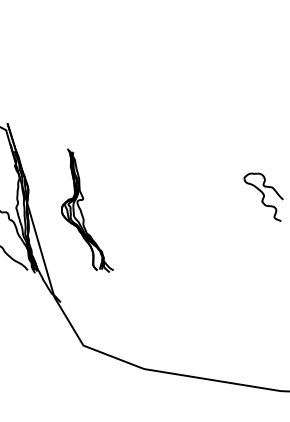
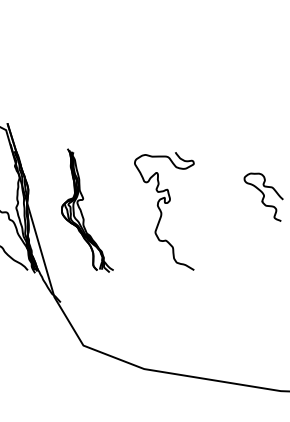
curve at (162, 212): none -> present
